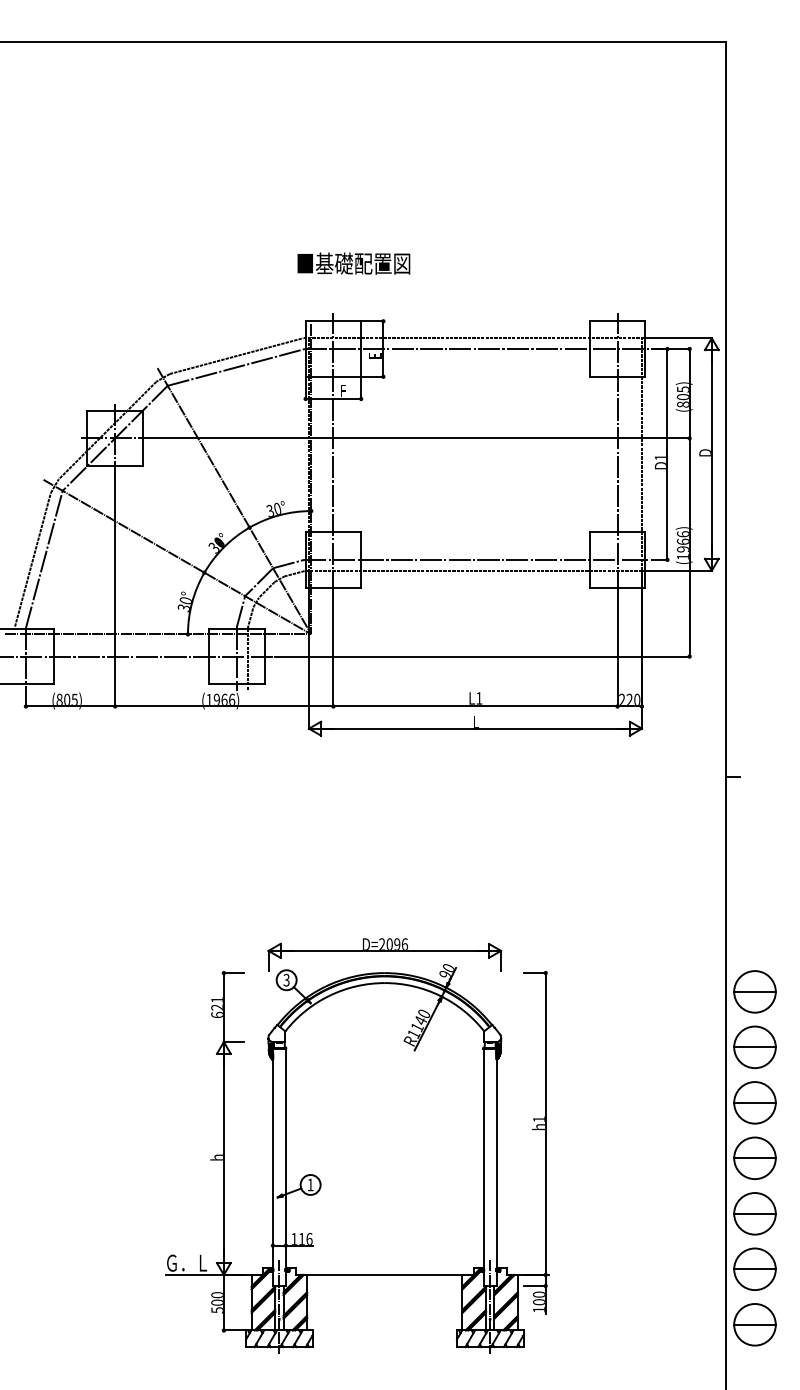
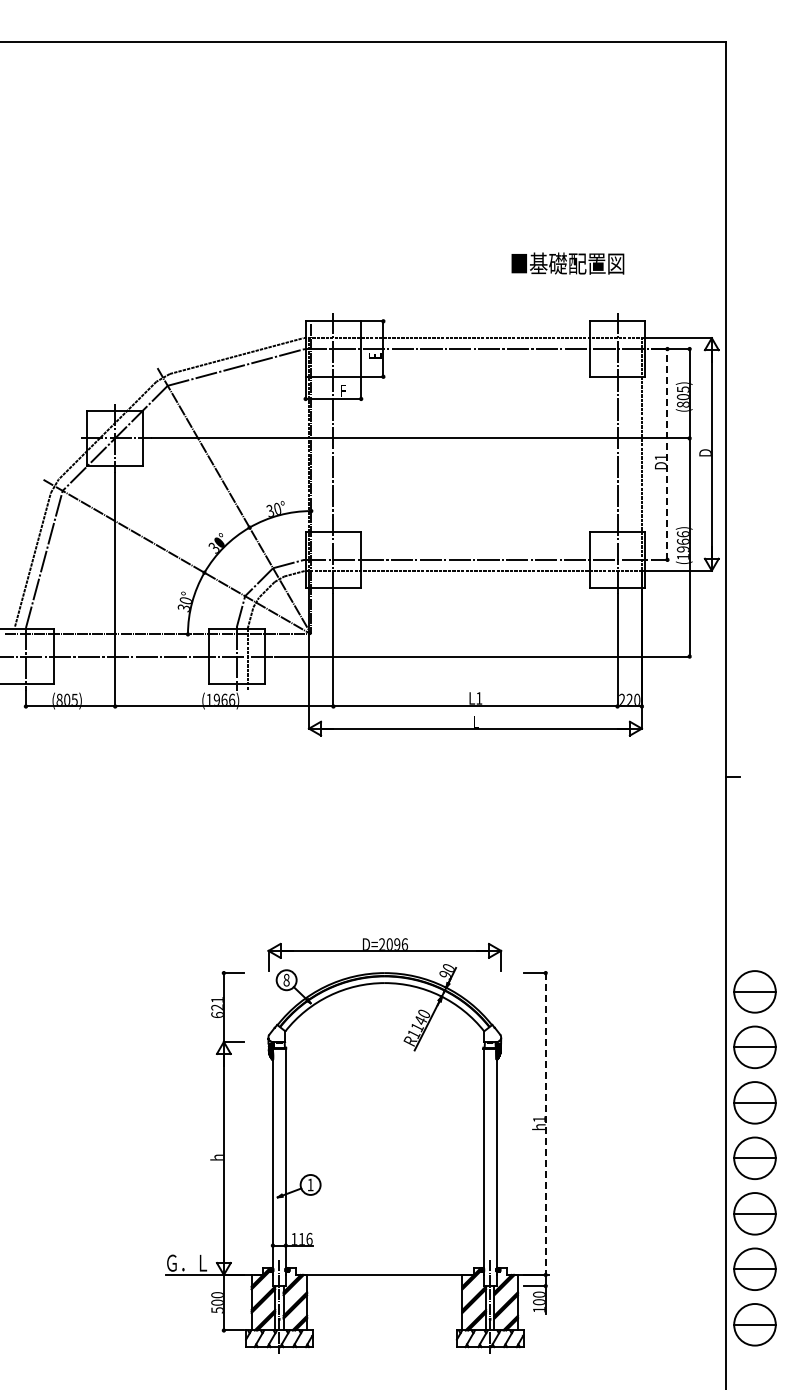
text at (353, 263) position: (353, 263) -> (567, 263)
line at (667, 453): solid -> dashed
text at (286, 980): 3 -> 8
line at (545, 1124): solid -> dashed
